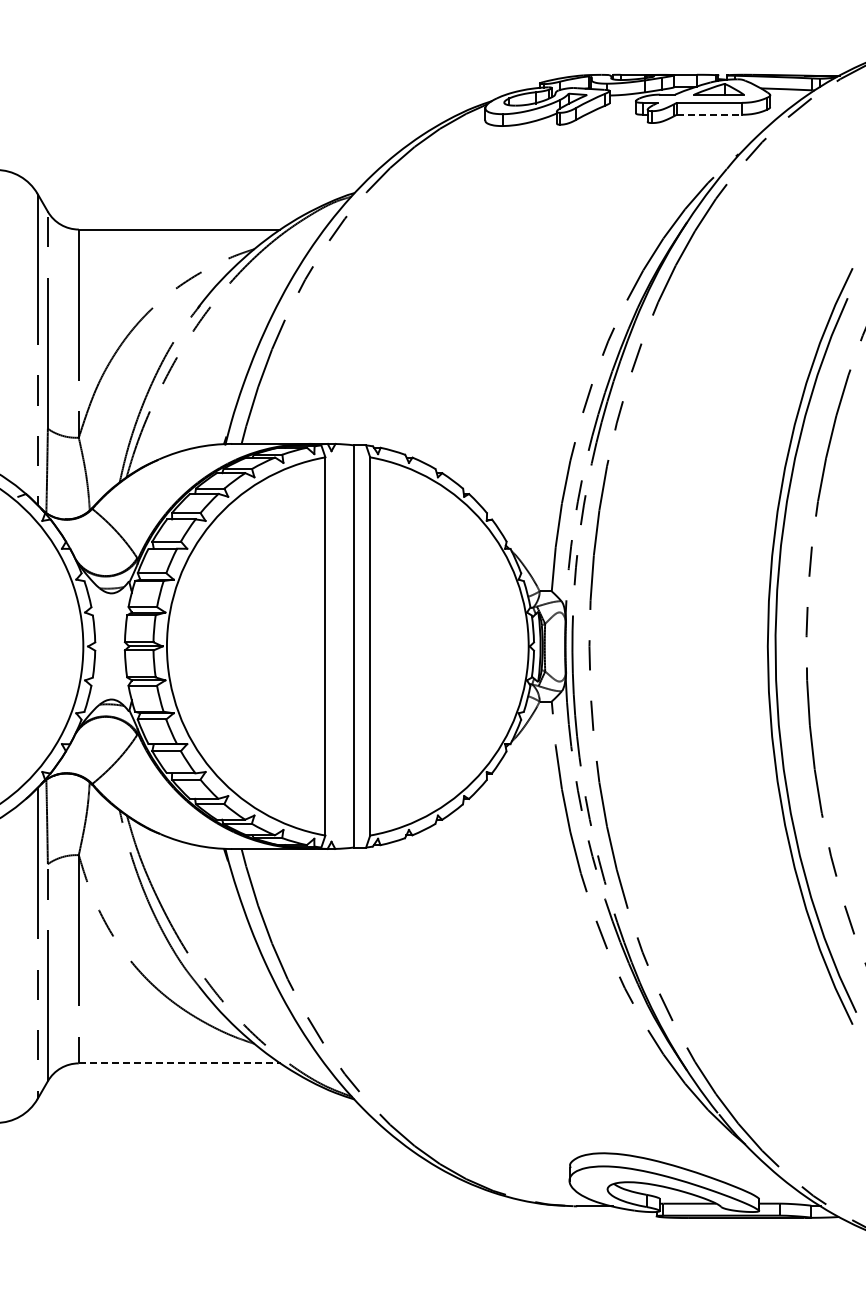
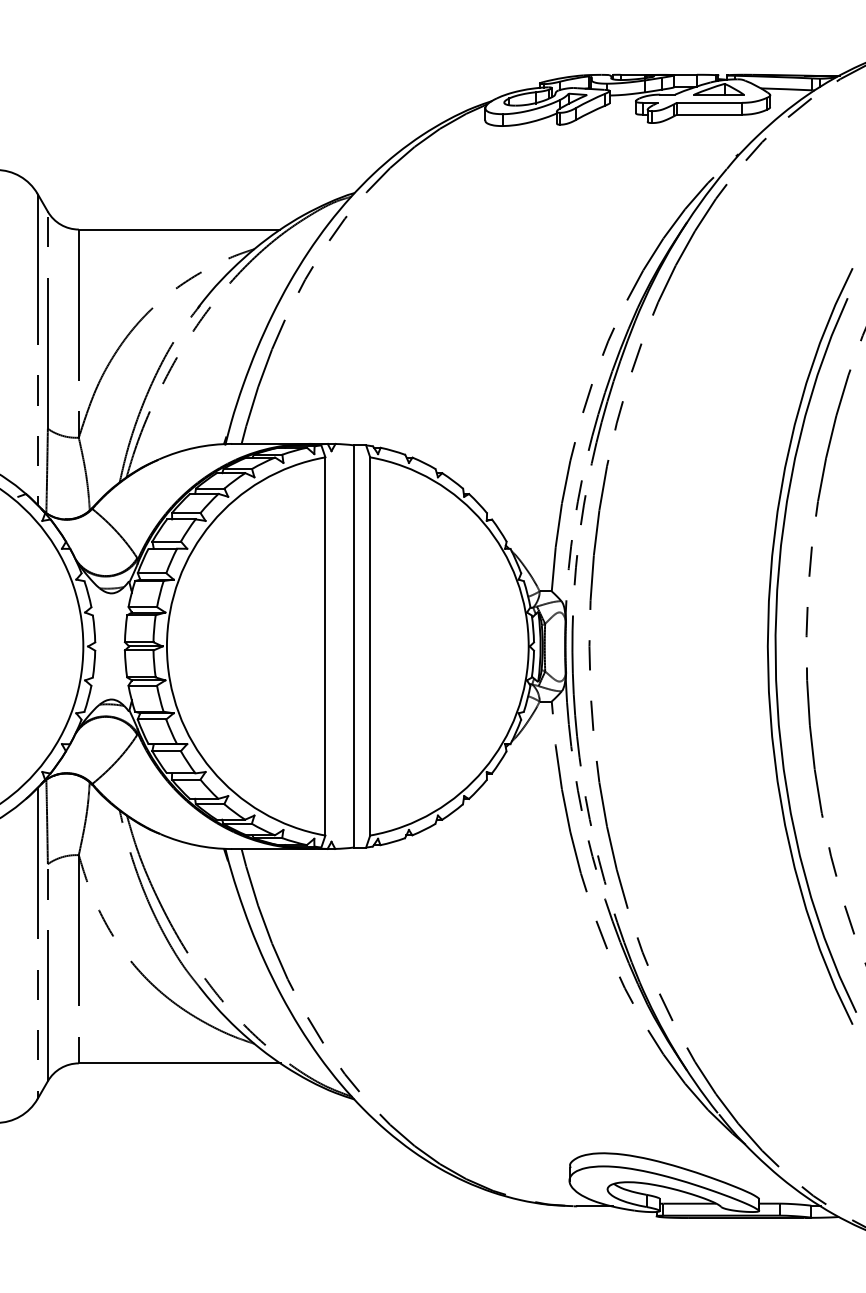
line at (709, 114): dashed -> solid
line at (179, 1063): dashed -> solid
